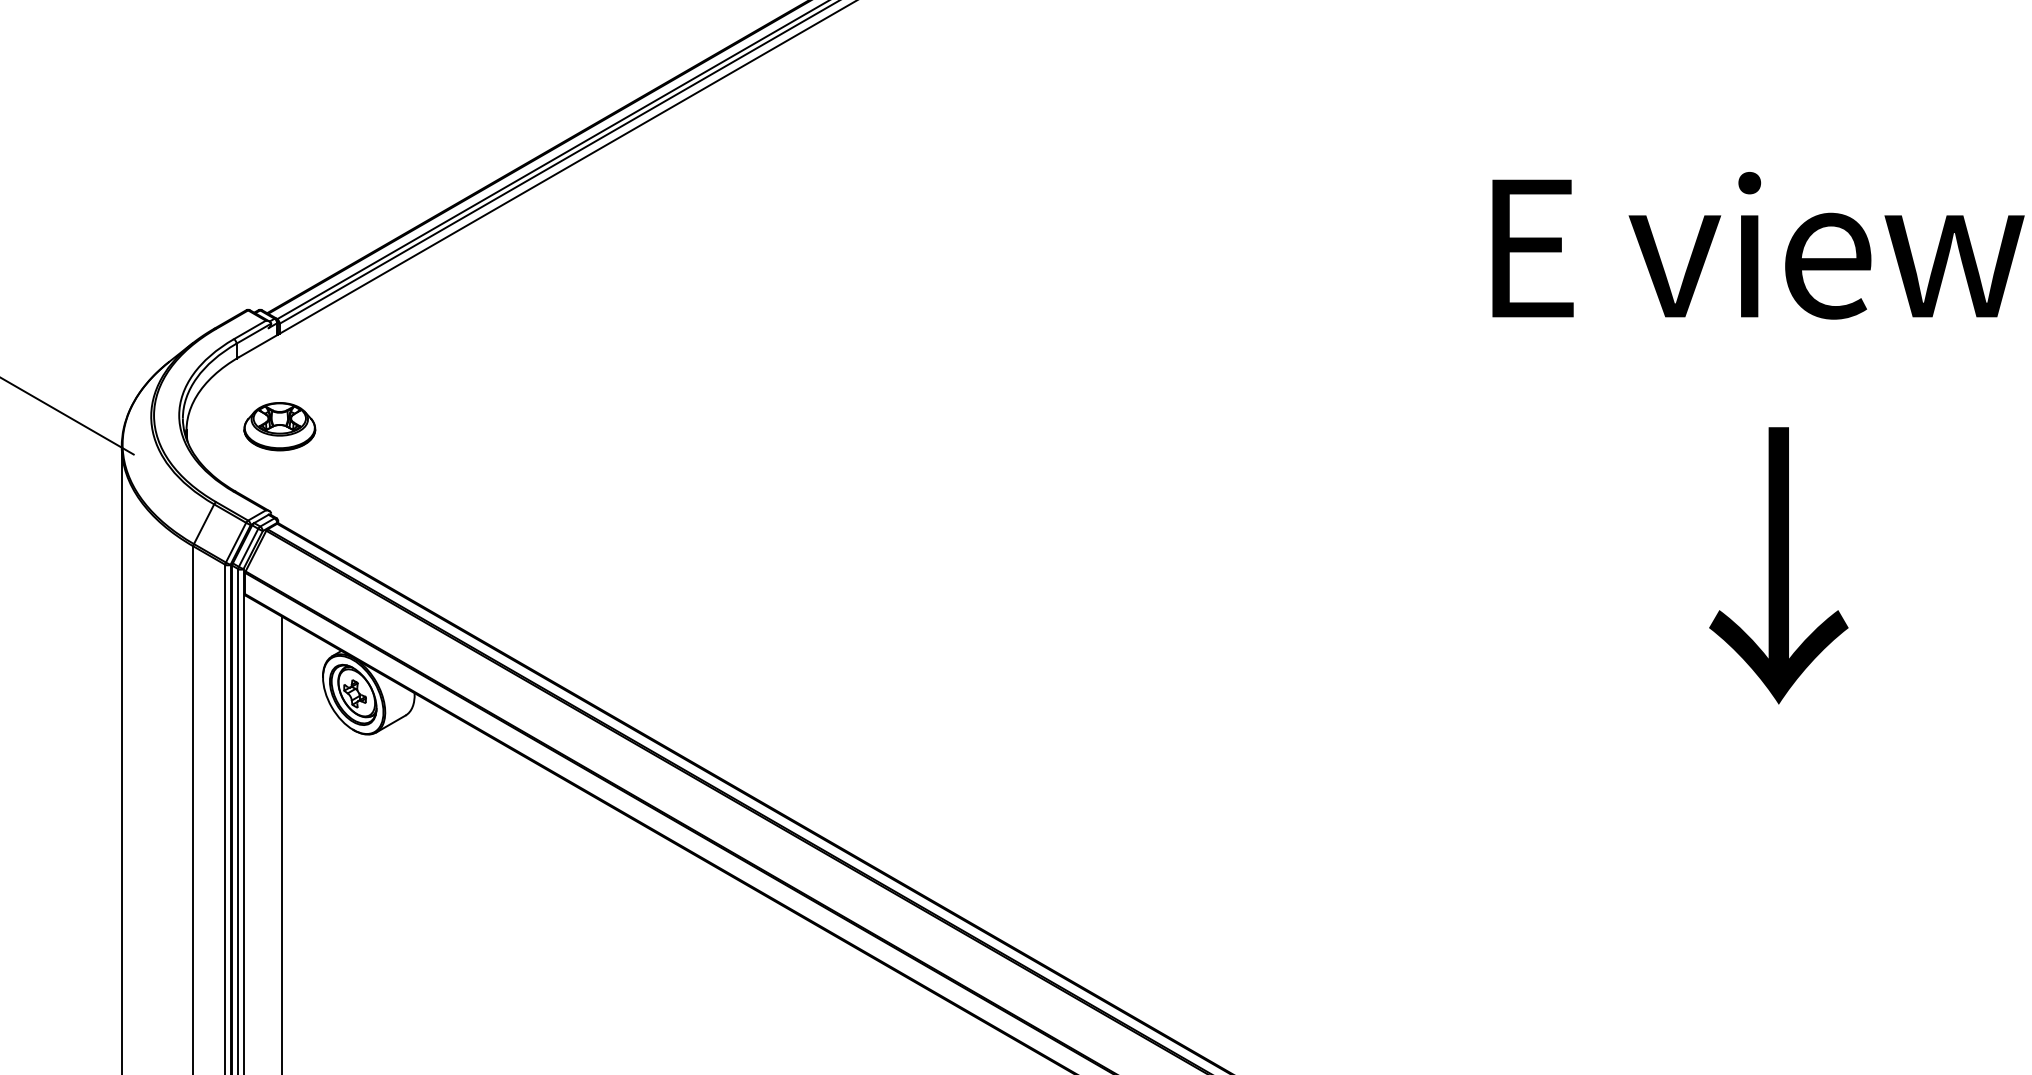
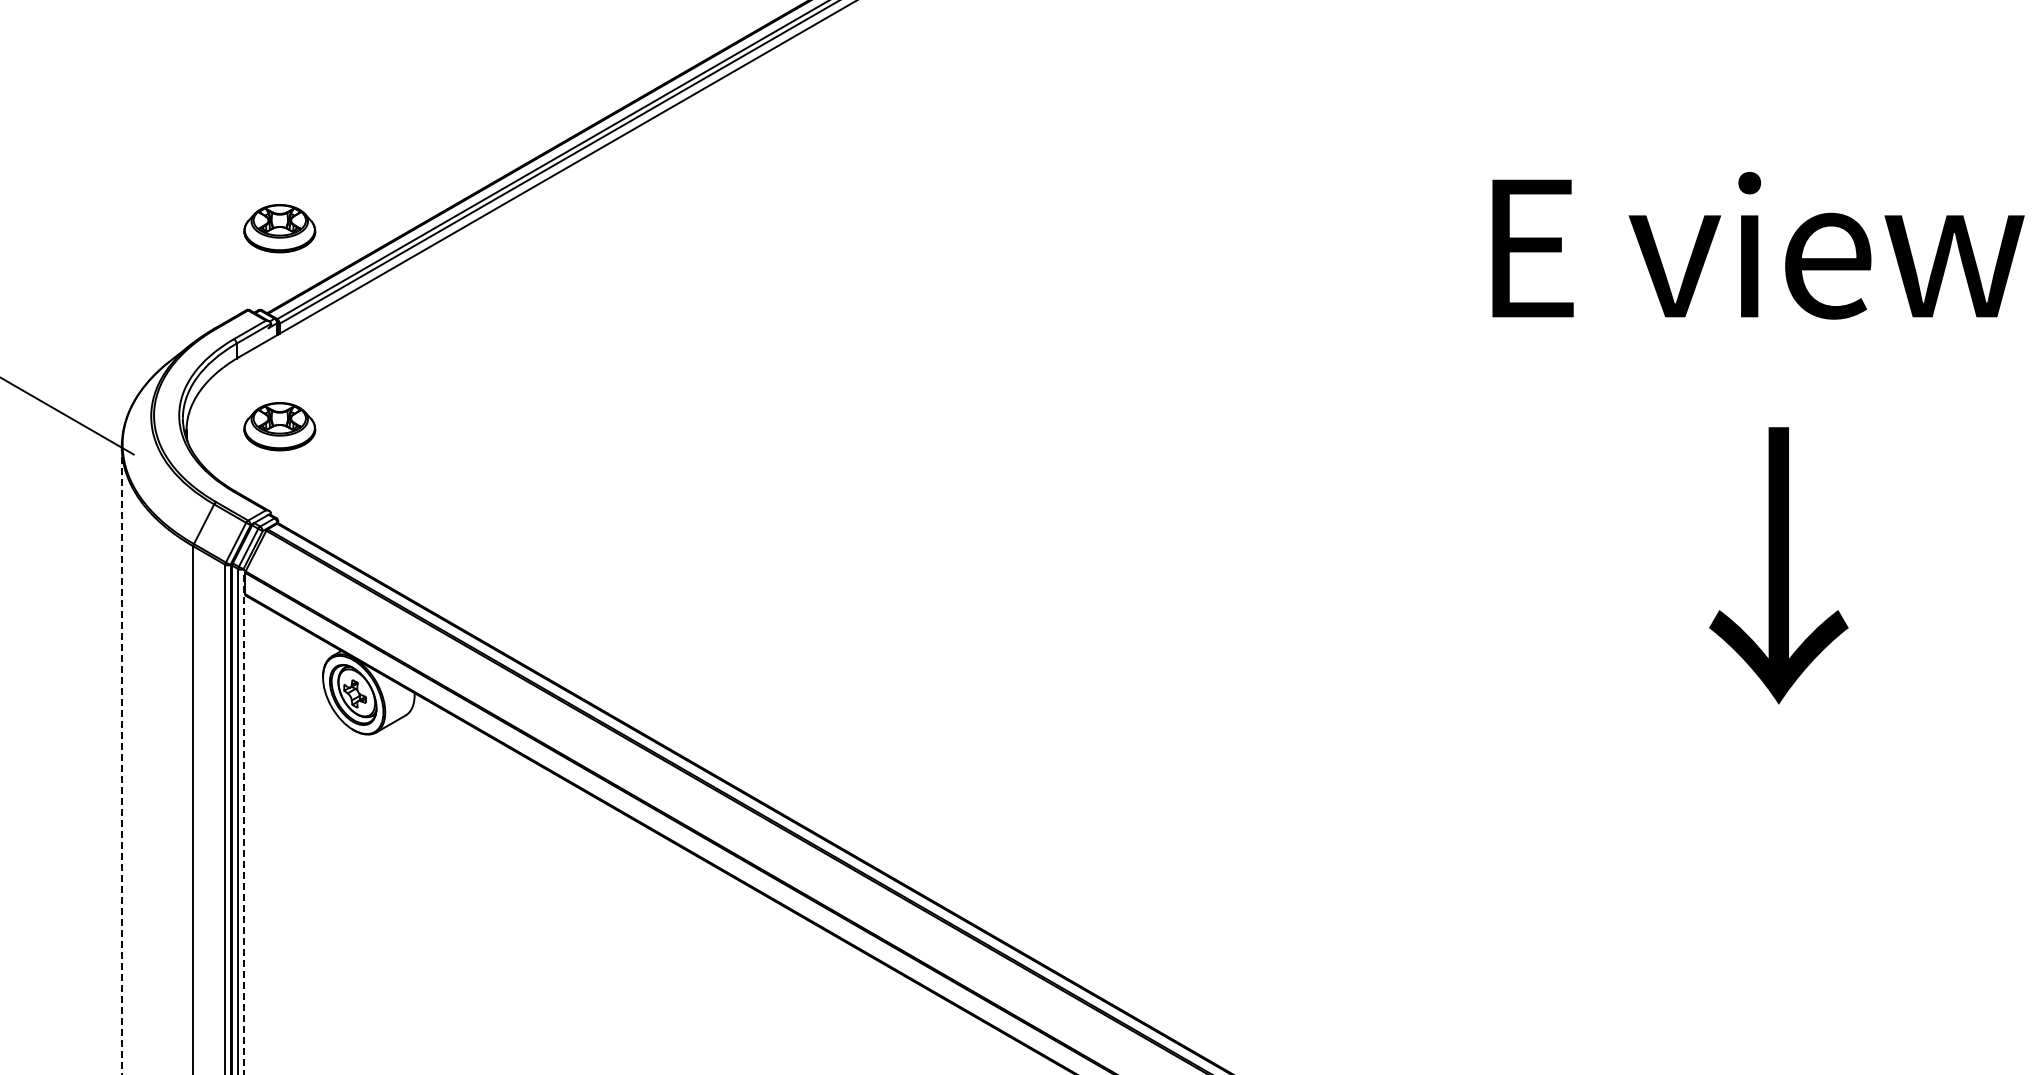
part at (279, 228): none -> present
line at (121, 760): solid -> dashed
line at (243, 821): solid -> dashed
line at (281, 843): present -> none
